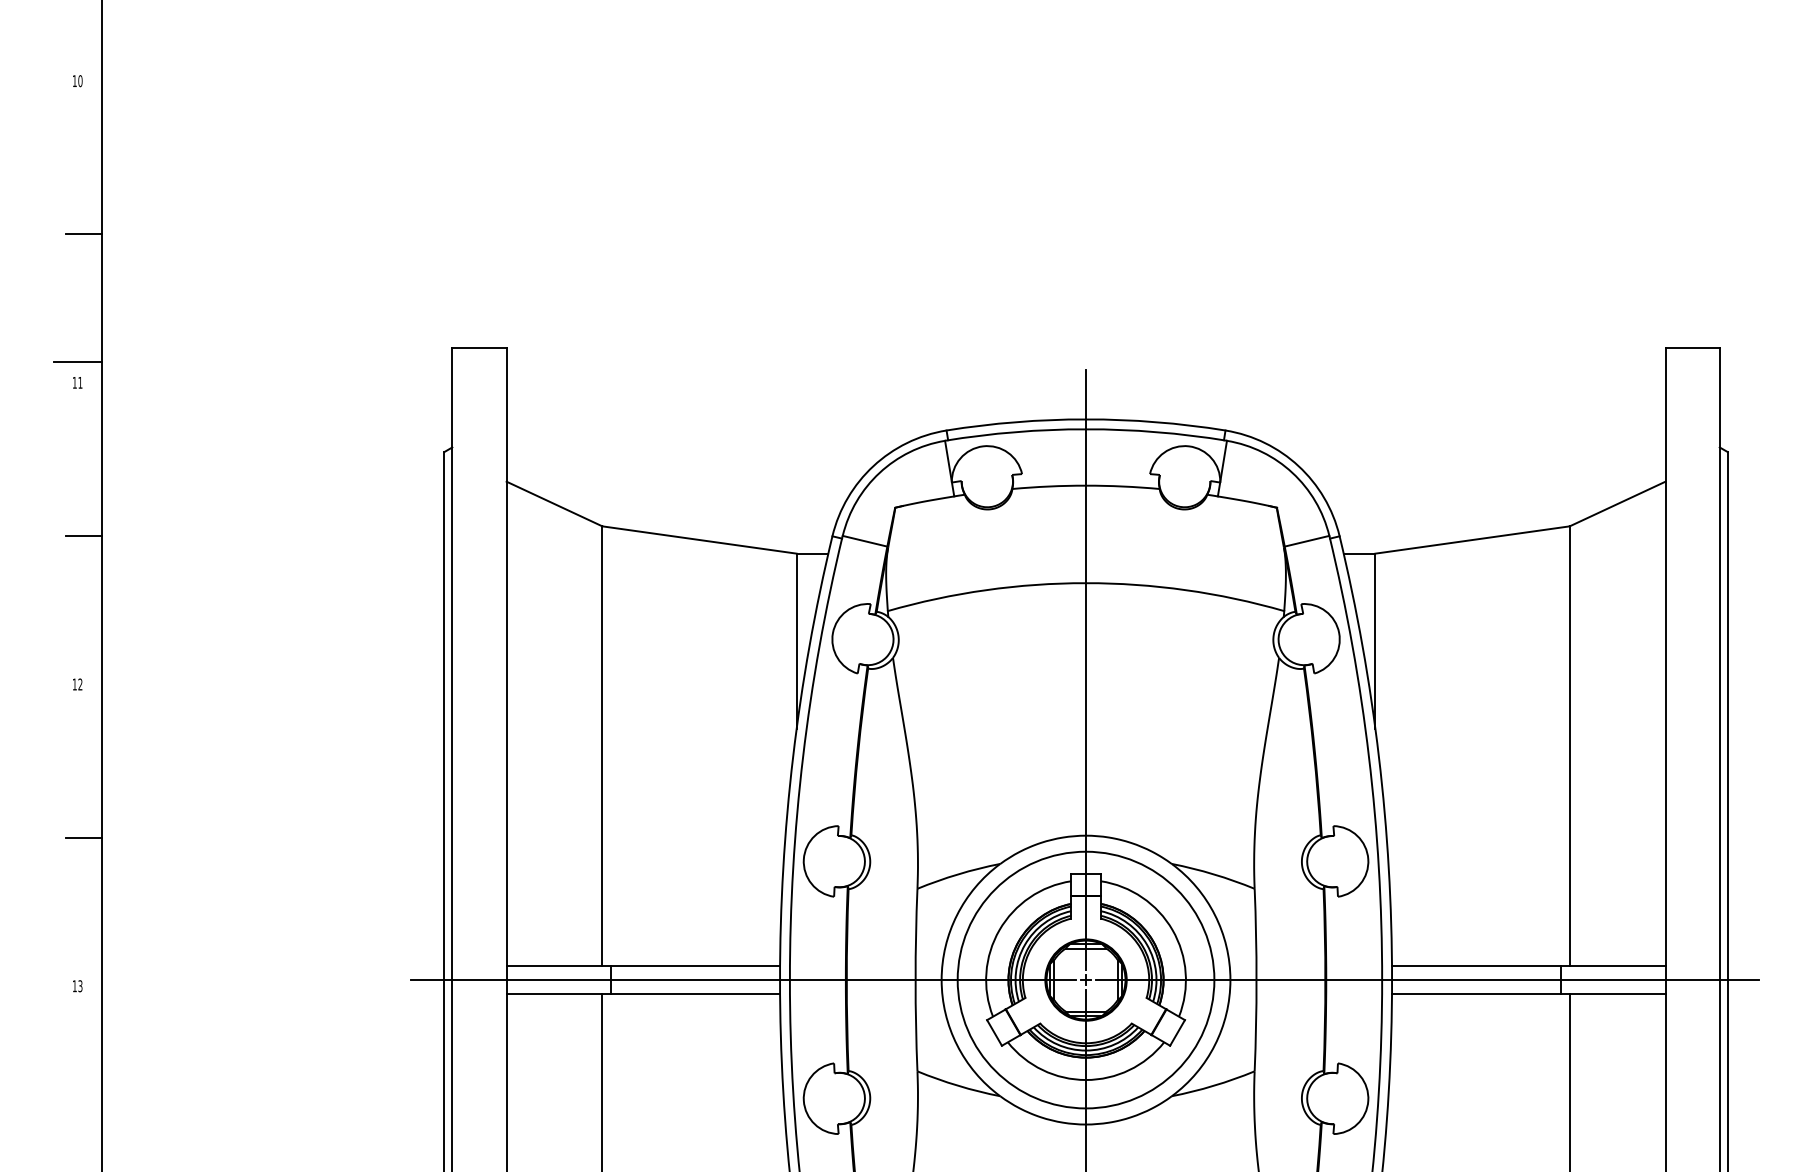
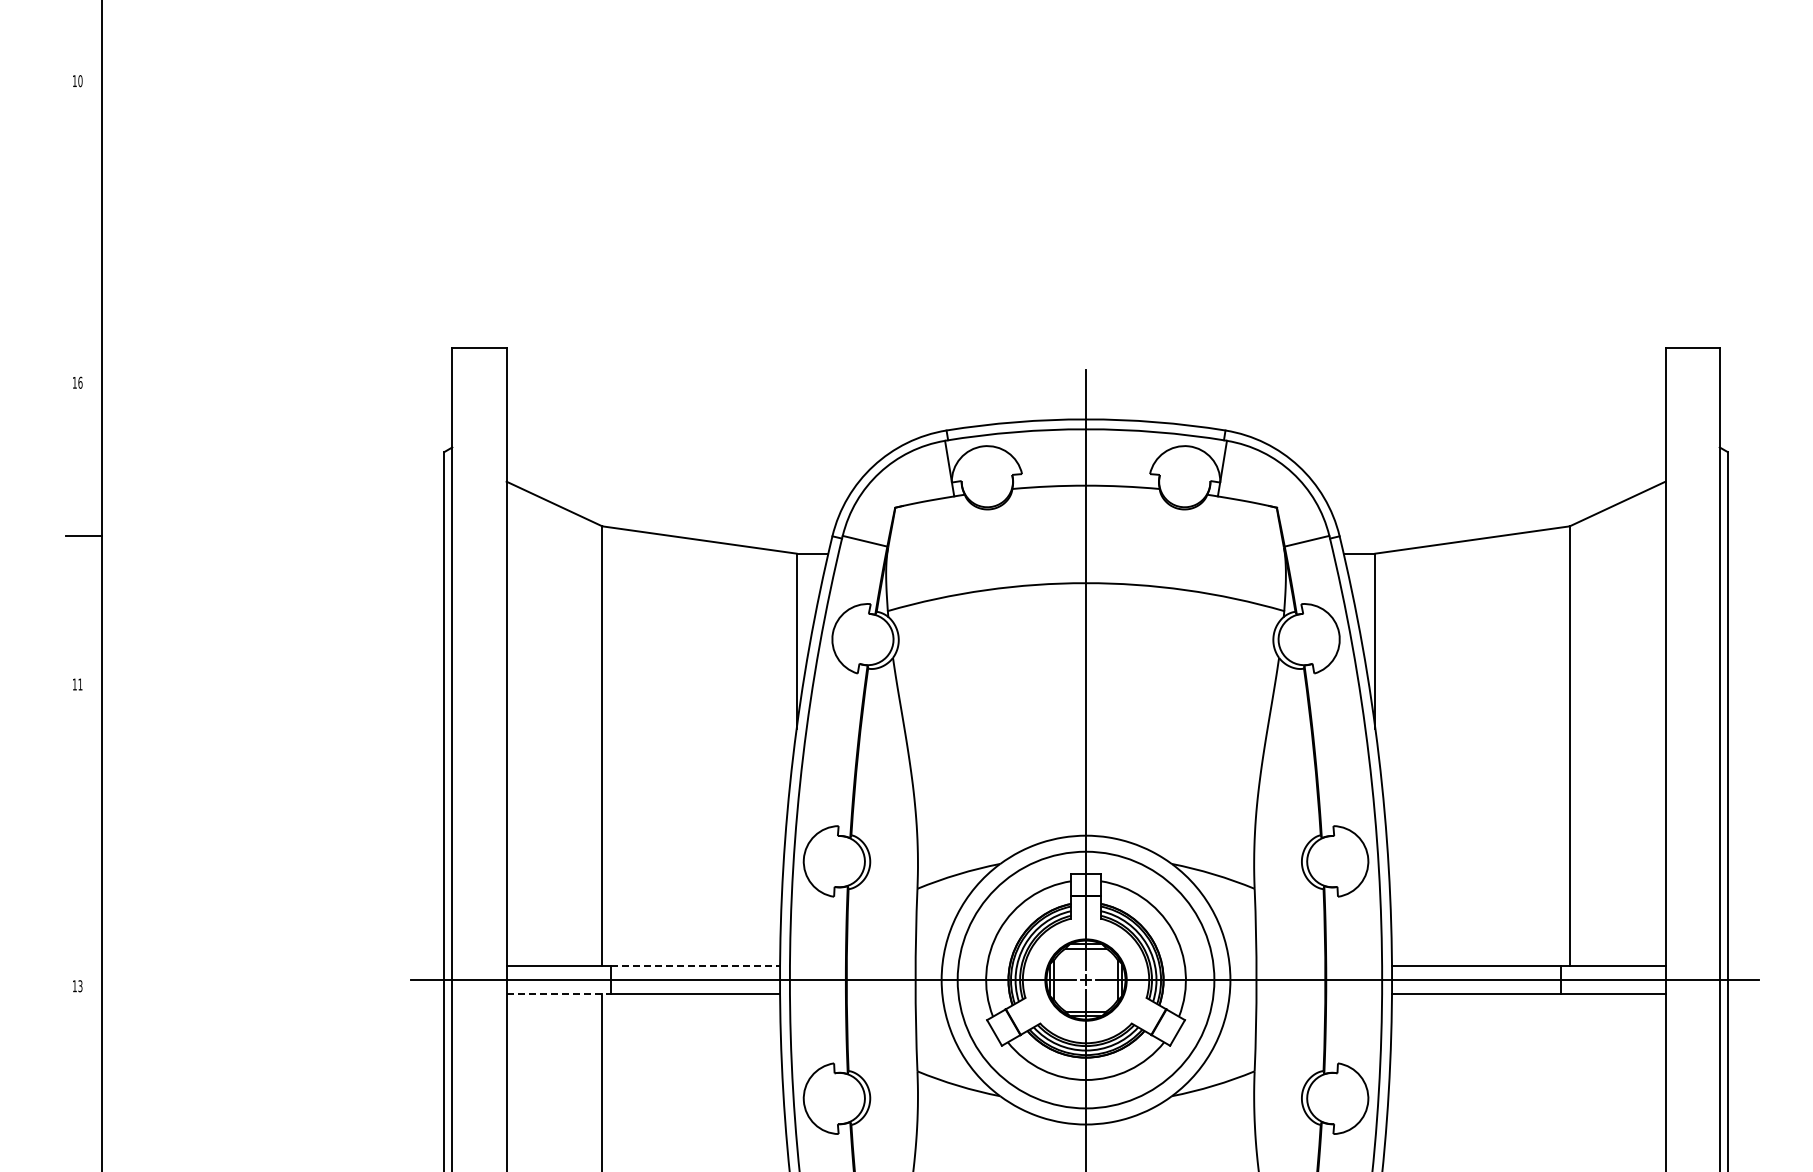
line at (83, 234): present -> none
line at (77, 362): present -> none
text at (80, 382): 11 -> 16
text at (80, 684): 12 -> 11
line at (83, 837): present -> none
line at (696, 966): solid -> dashed
line at (559, 993): solid -> dashed
line at (1569, 1080): present -> none
